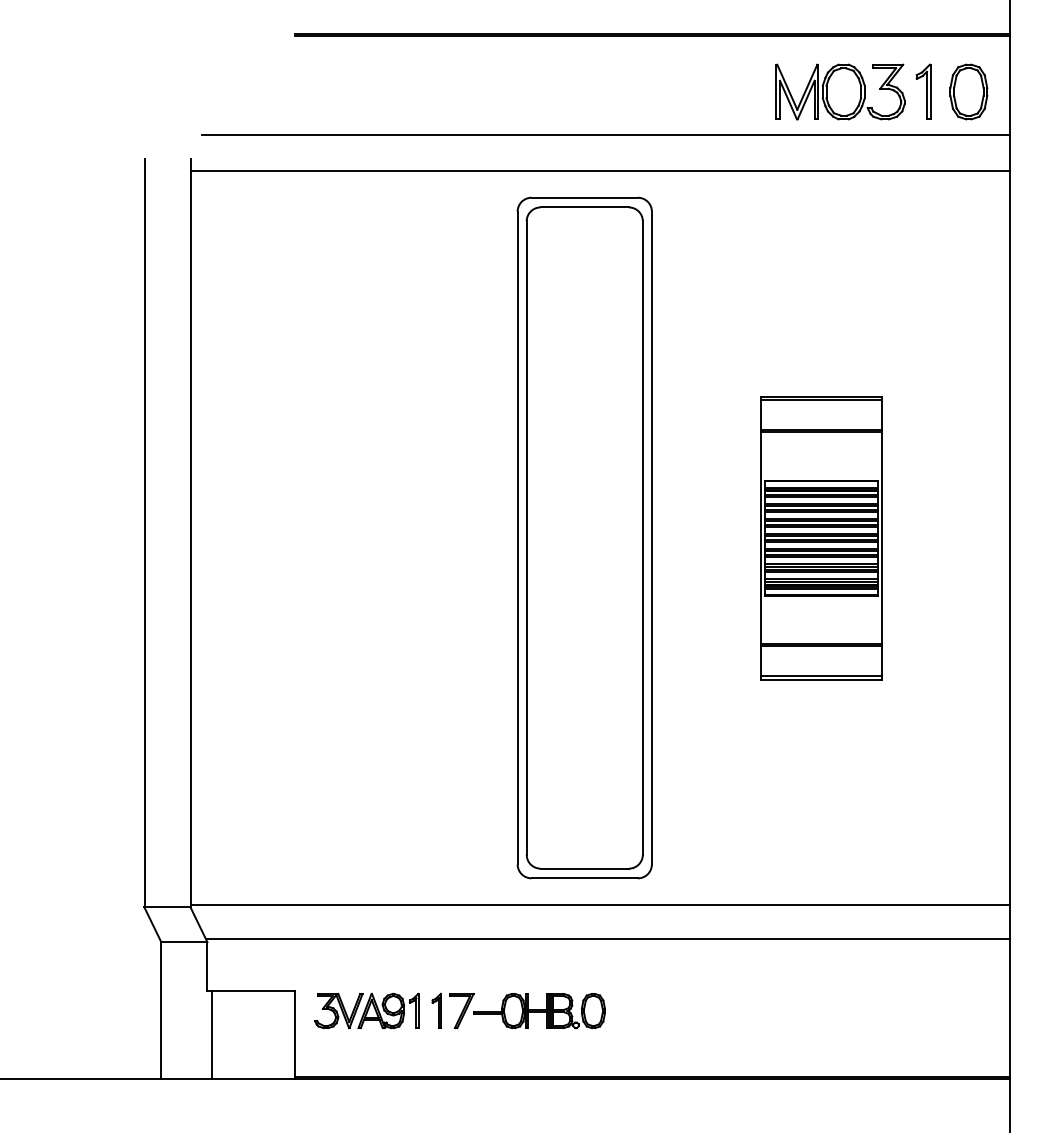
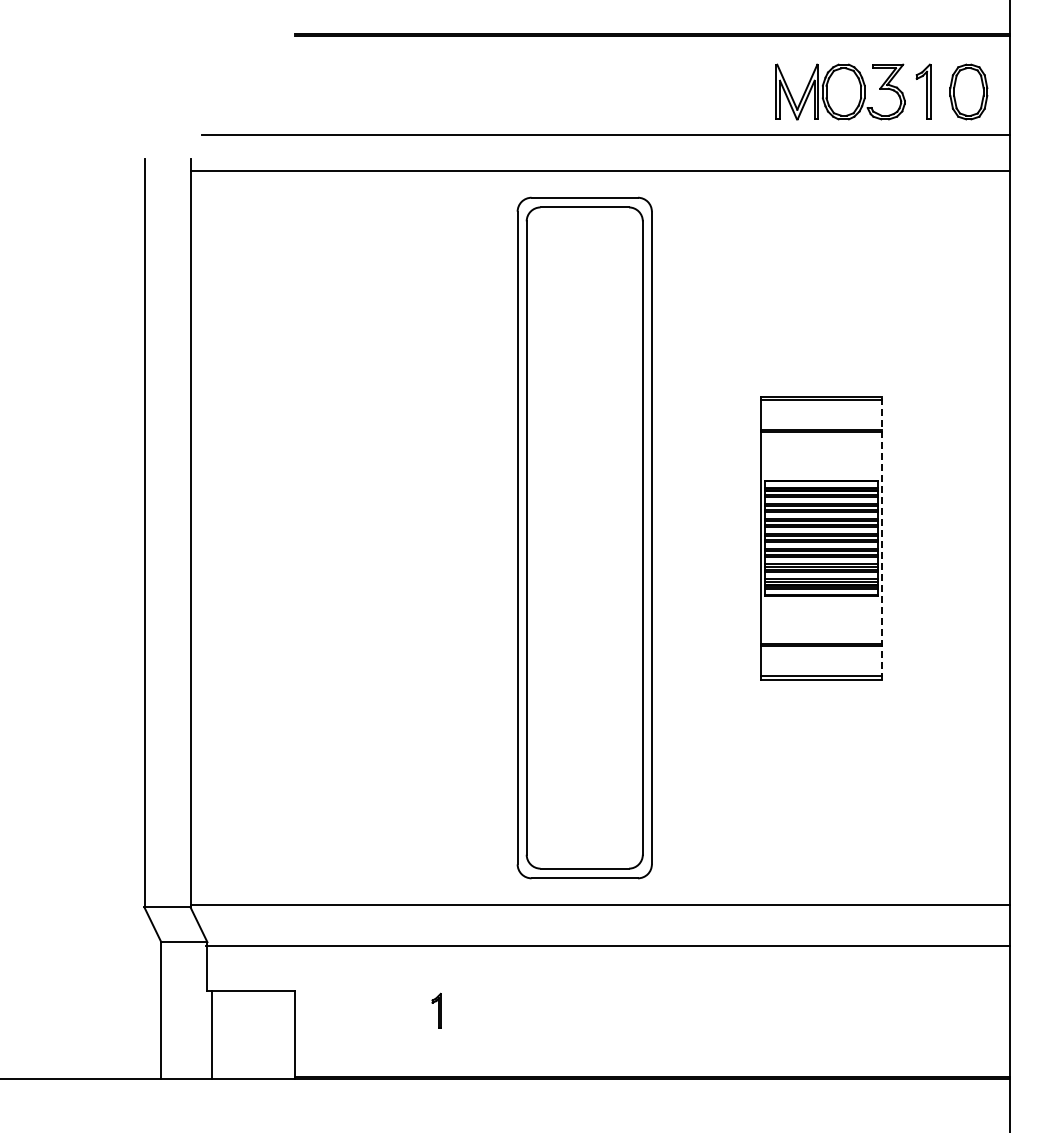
line at (882, 537): solid -> dashed
line at (607, 939) position: (607, 939) -> (607, 946)
part at (366, 1010): present -> none
part at (527, 1010): present -> none
